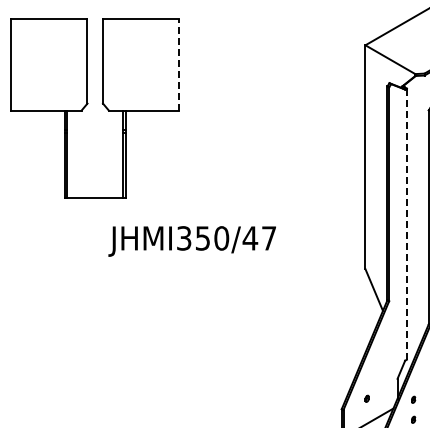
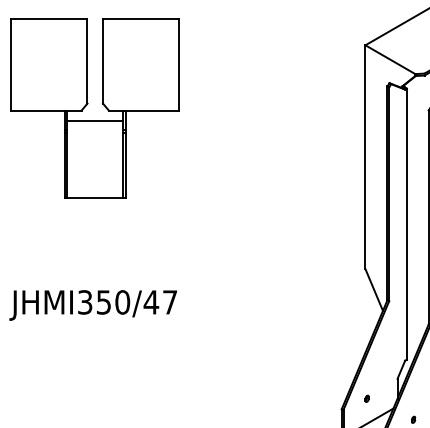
line at (179, 64): dashed -> solid
line at (95, 121): none -> present
line at (406, 224): dashed -> solid
text at (191, 241) position: (191, 241) -> (92, 305)
part at (413, 399): present -> none
